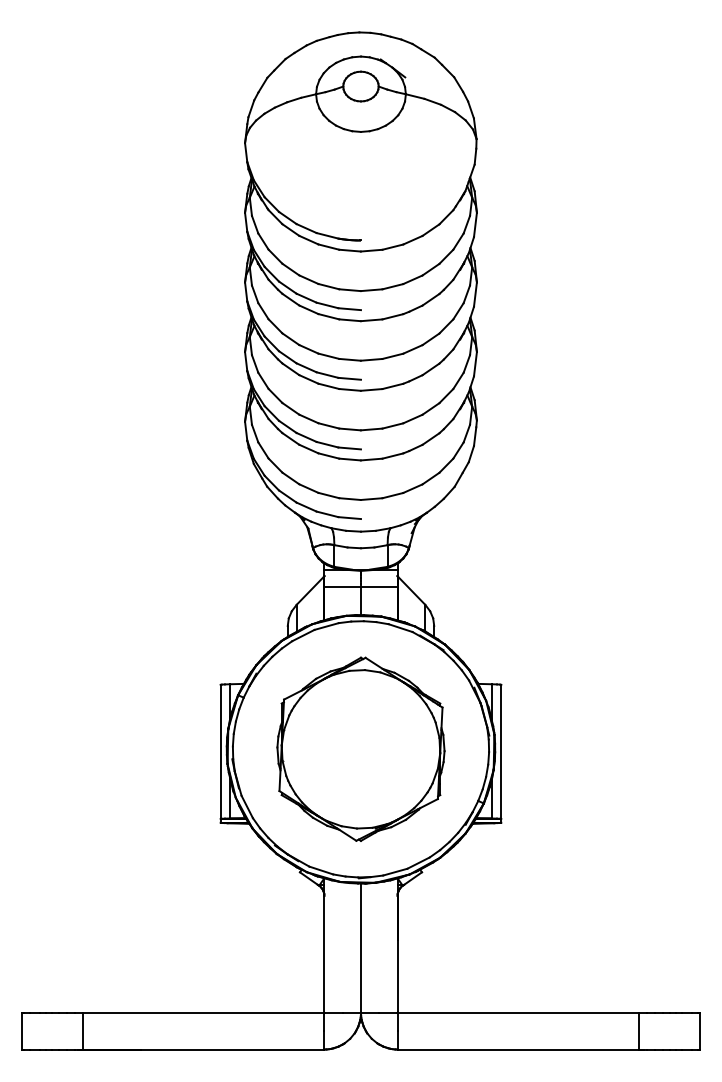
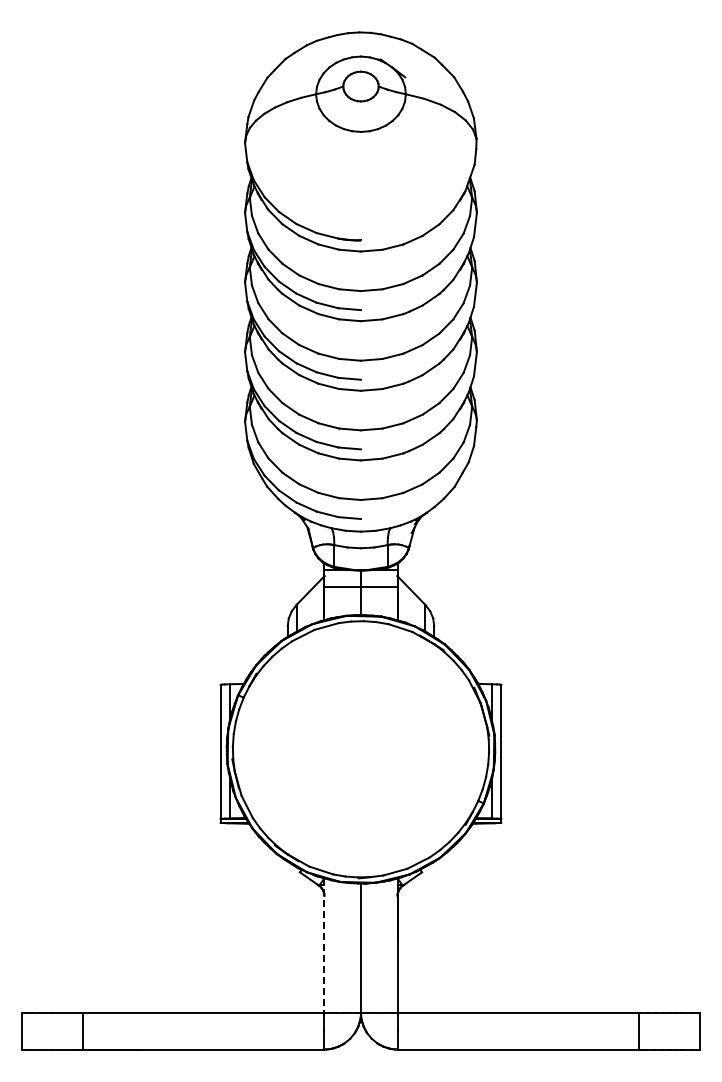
part at (360, 748): present -> none
line at (324, 946): solid -> dashed
